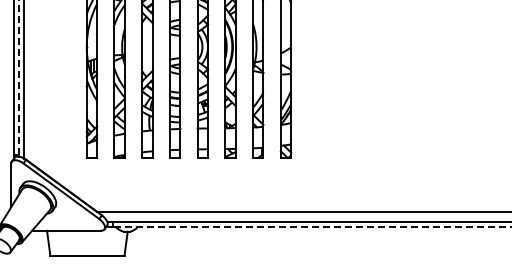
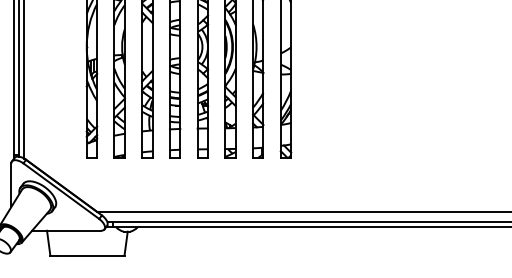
line at (19, 77): dashed -> solid
line at (311, 227): dashed -> solid
